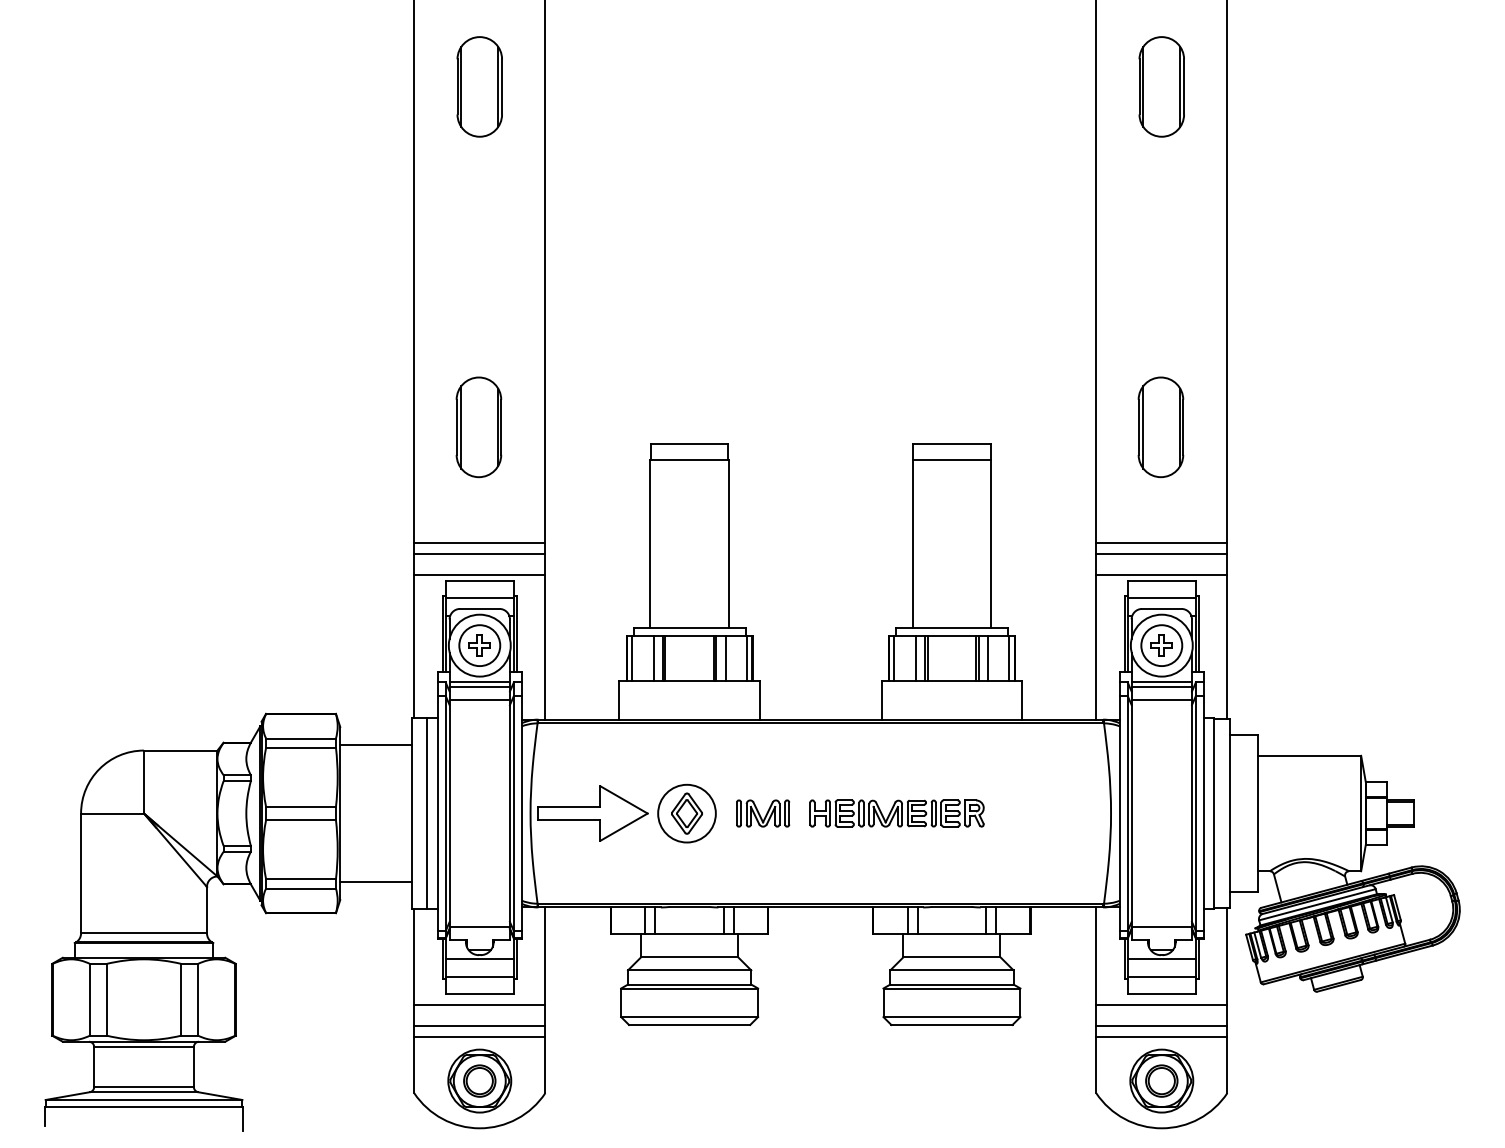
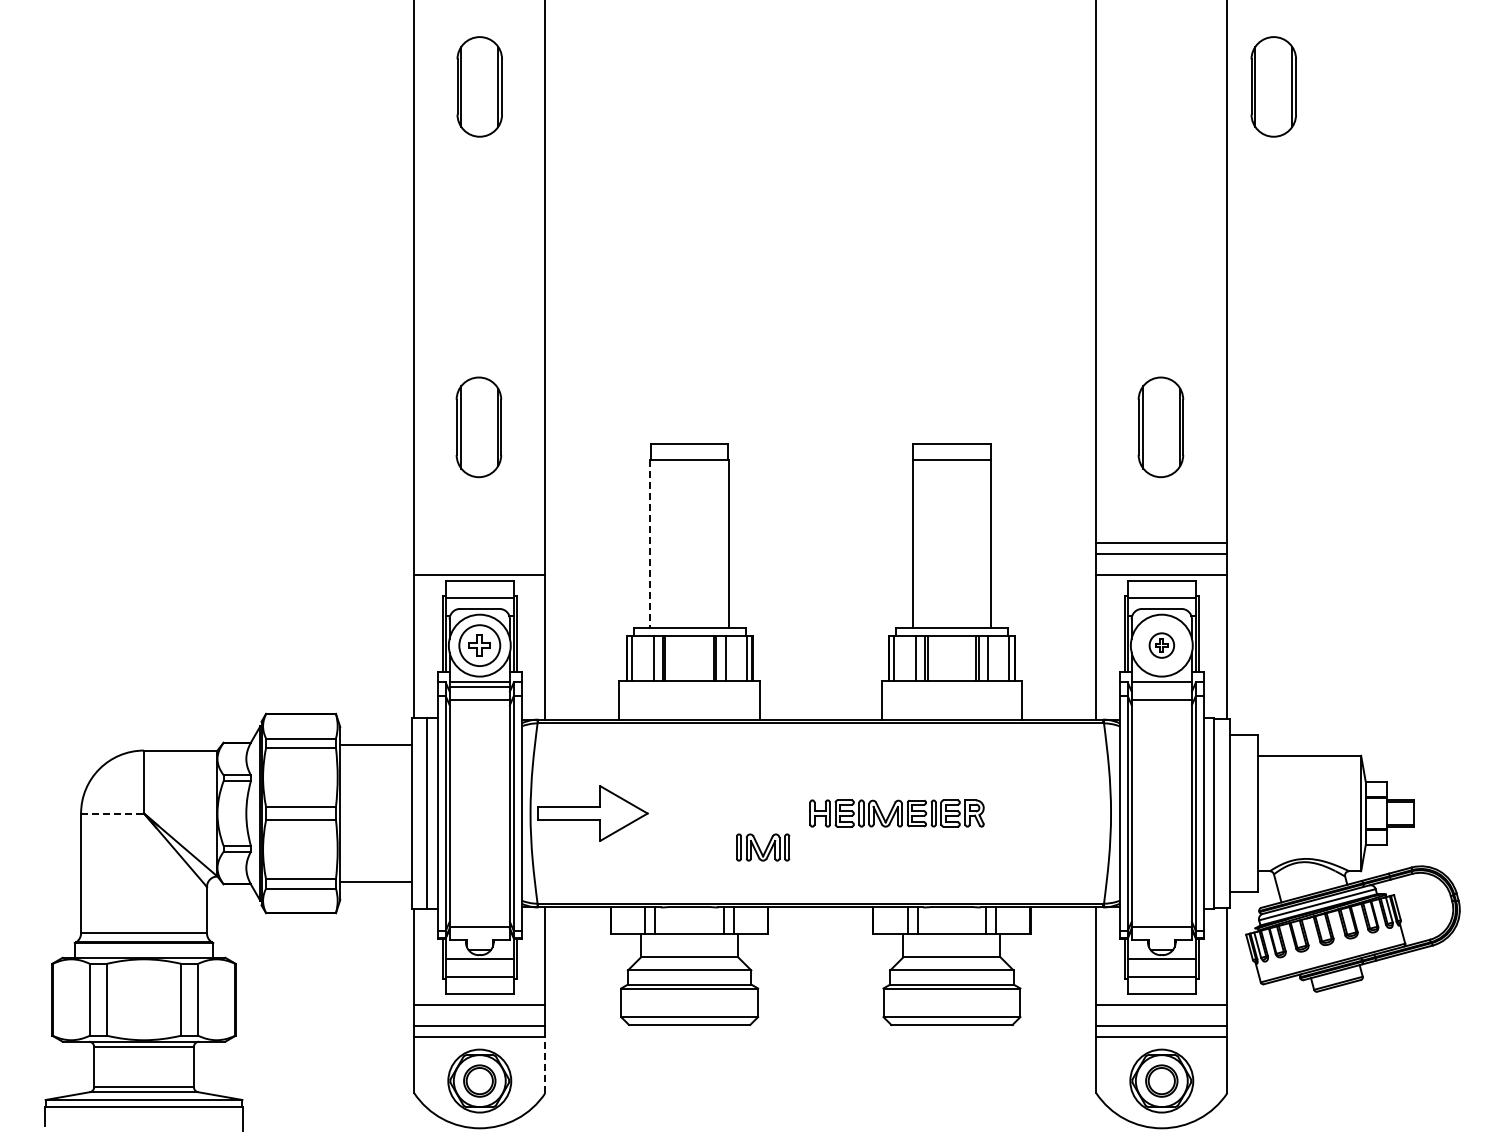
part at (1161, 86) position: (1161, 86) -> (1273, 86)
line at (479, 543): present -> none
line at (650, 543): solid -> dashed
line at (479, 553): present -> none
part at (1161, 645) size: 44x43 px -> 27x27 px
line at (1161, 686): present -> none
line at (113, 813): solid -> dashed
part at (686, 813): present -> none
part at (763, 813) position: (763, 813) -> (763, 847)
line at (545, 1064): solid -> dashed
